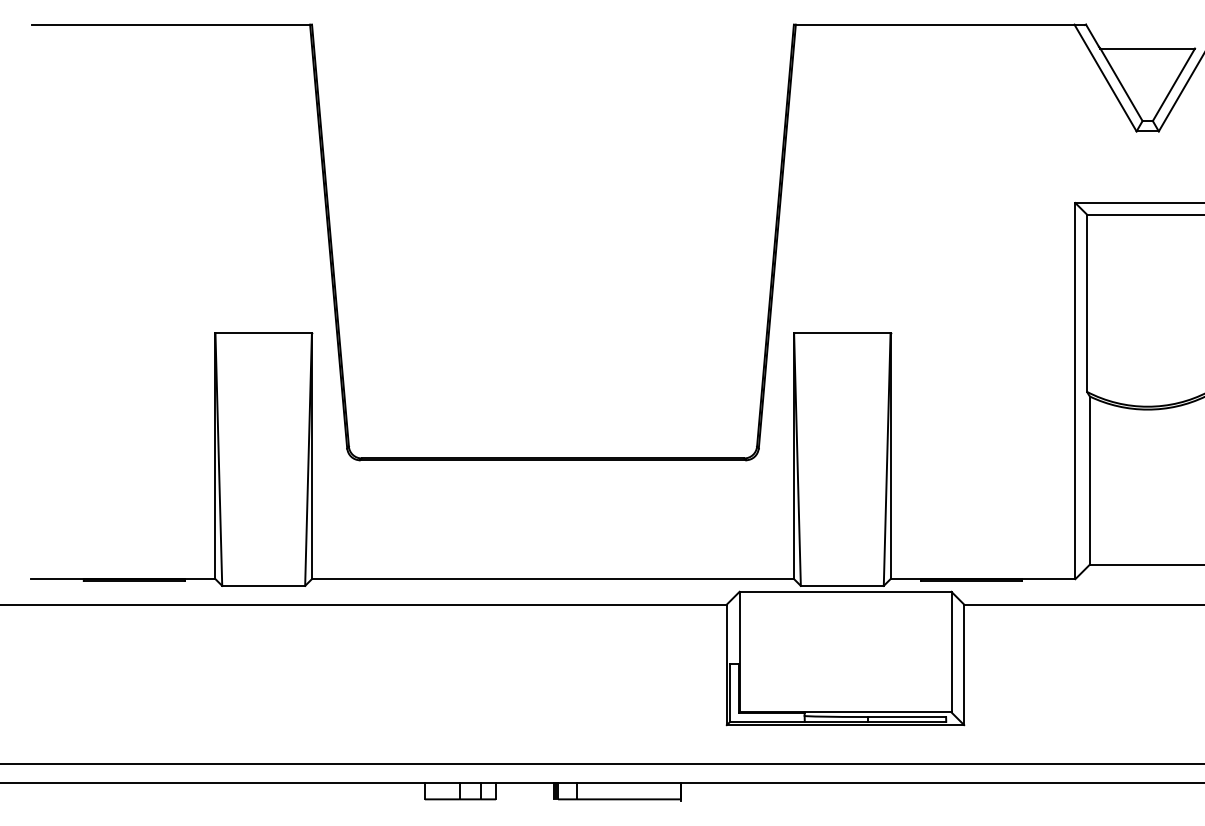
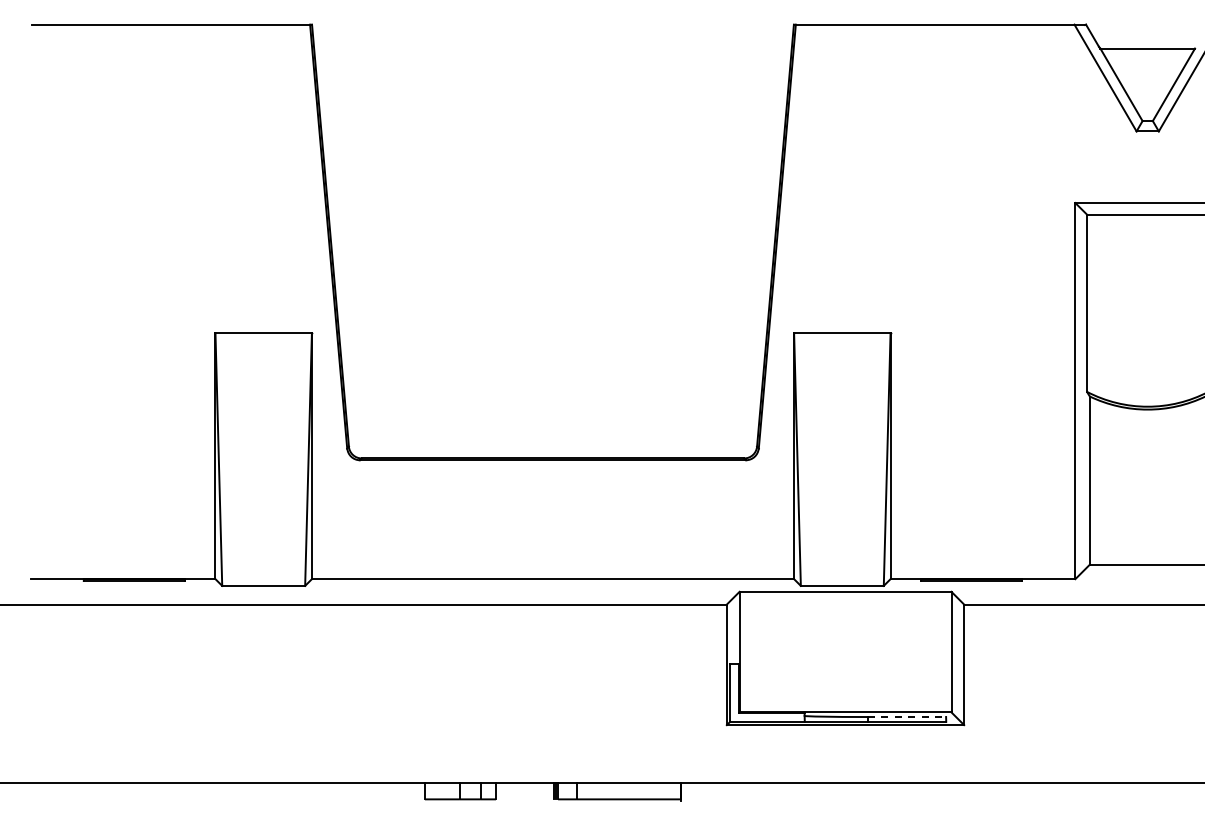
line at (907, 717): solid -> dashed
line at (601, 764): present -> none
